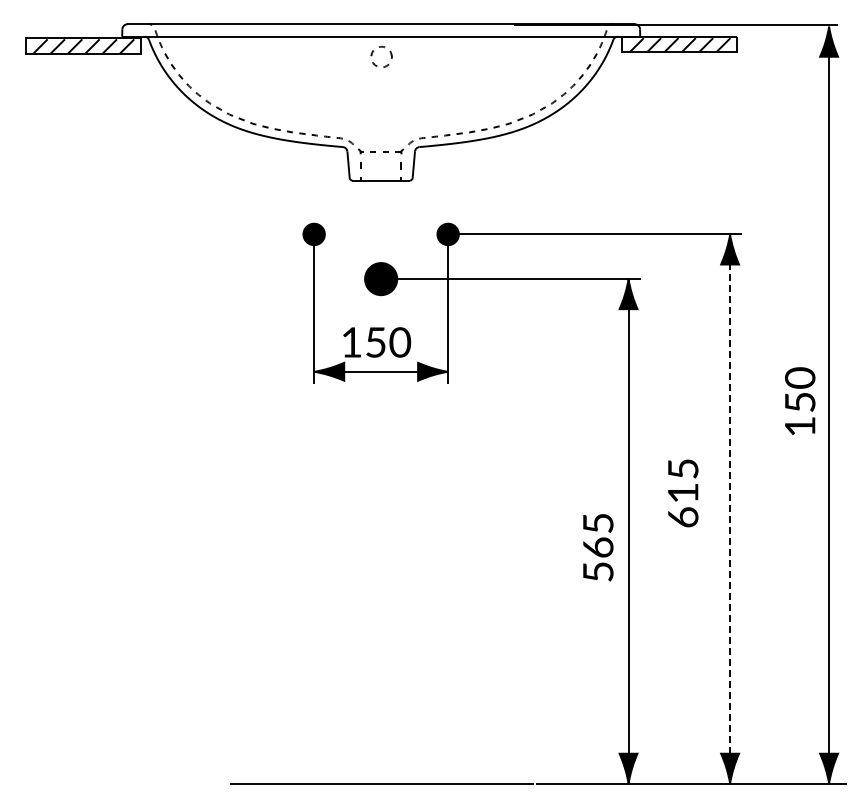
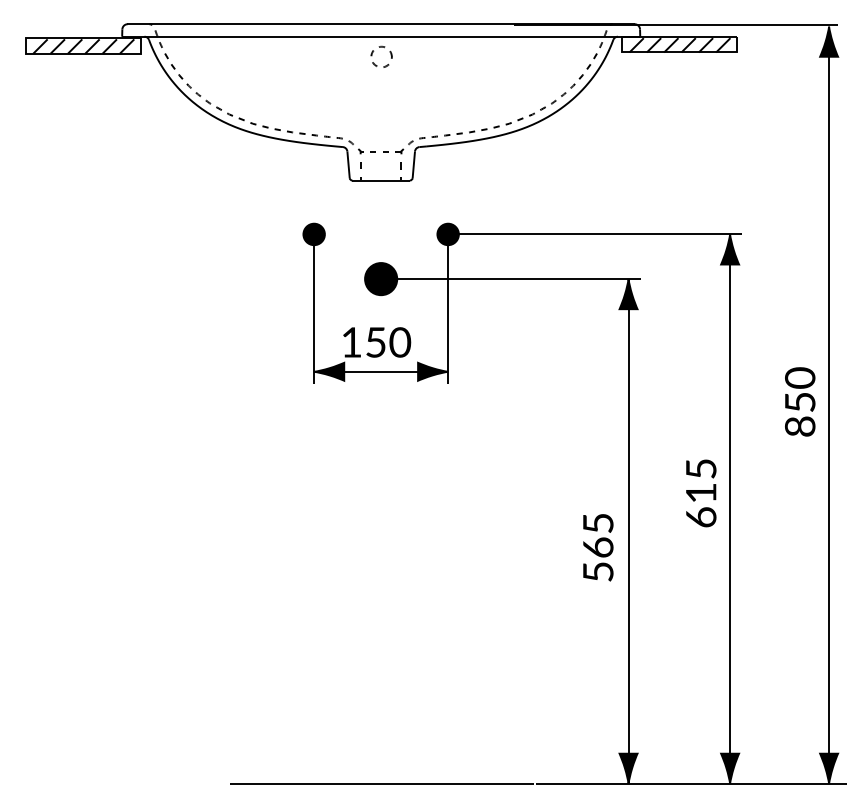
text at (800, 426): 150 -> 850
text at (683, 493) position: (683, 493) -> (701, 493)
line at (730, 508): dashed -> solid
